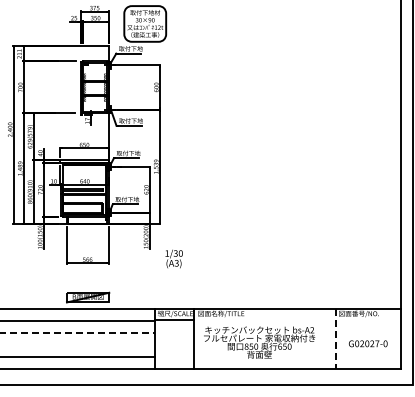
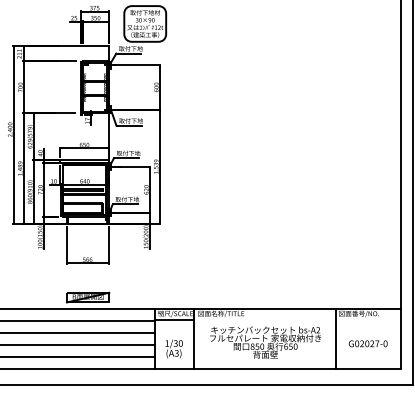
text at (173, 258) position: (173, 258) -> (173, 348)
line at (78, 332): dashed -> solid
line at (335, 339): dashed -> solid
text at (259, 342) position: (259, 342) -> (265, 342)
line at (78, 344): none -> present
